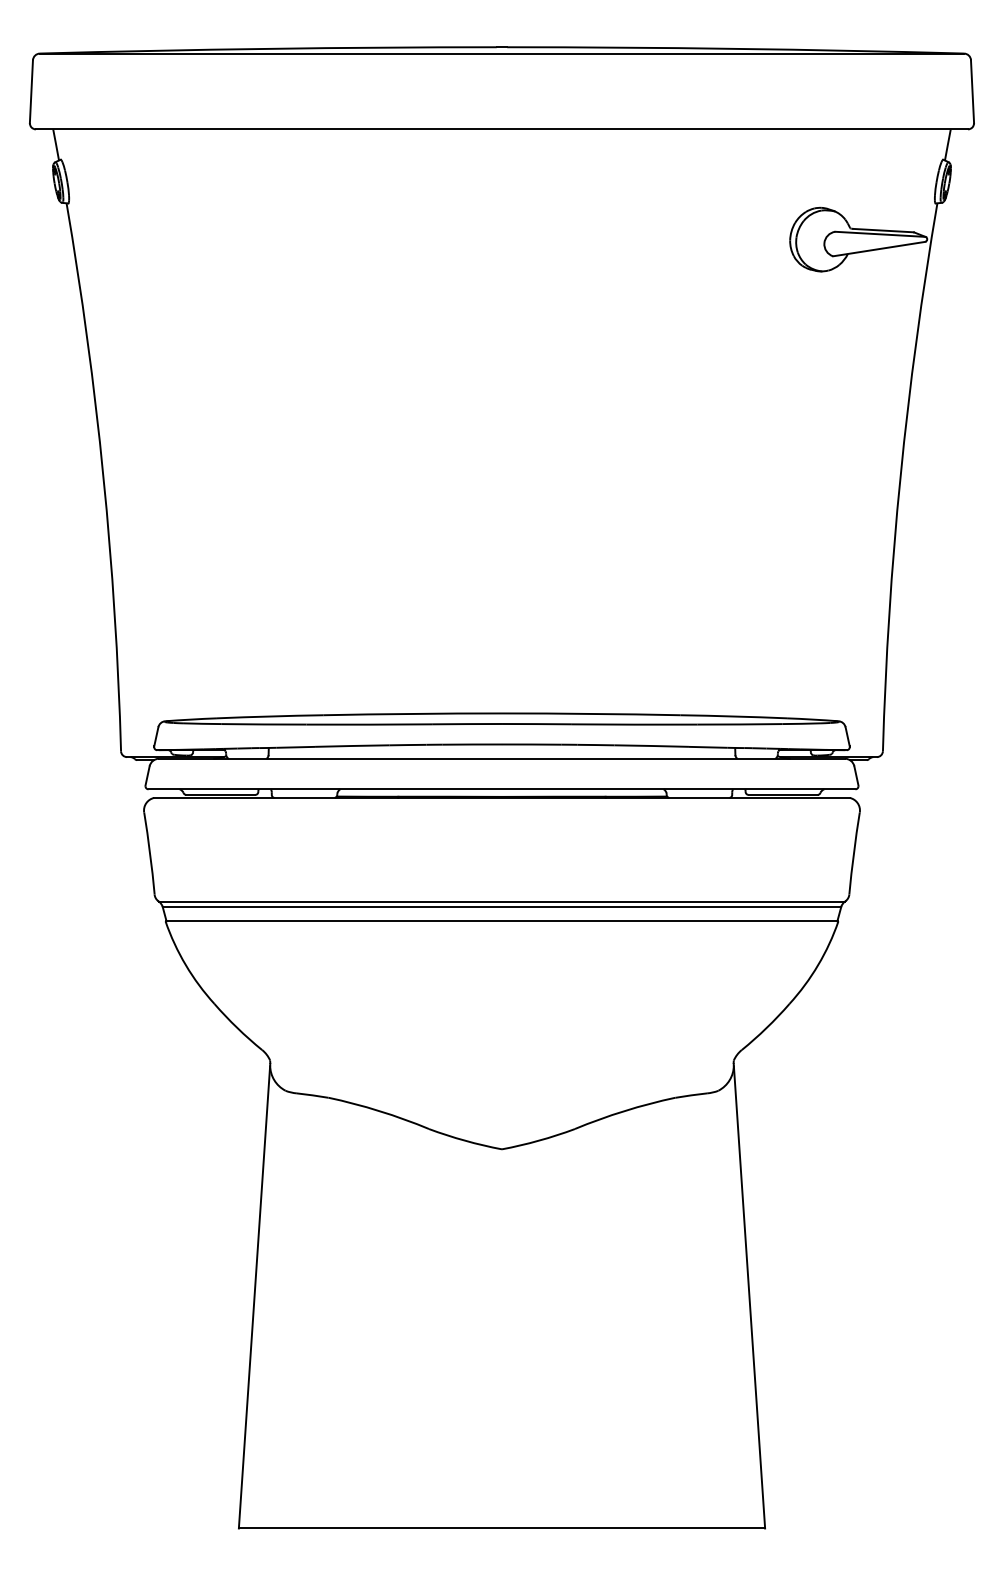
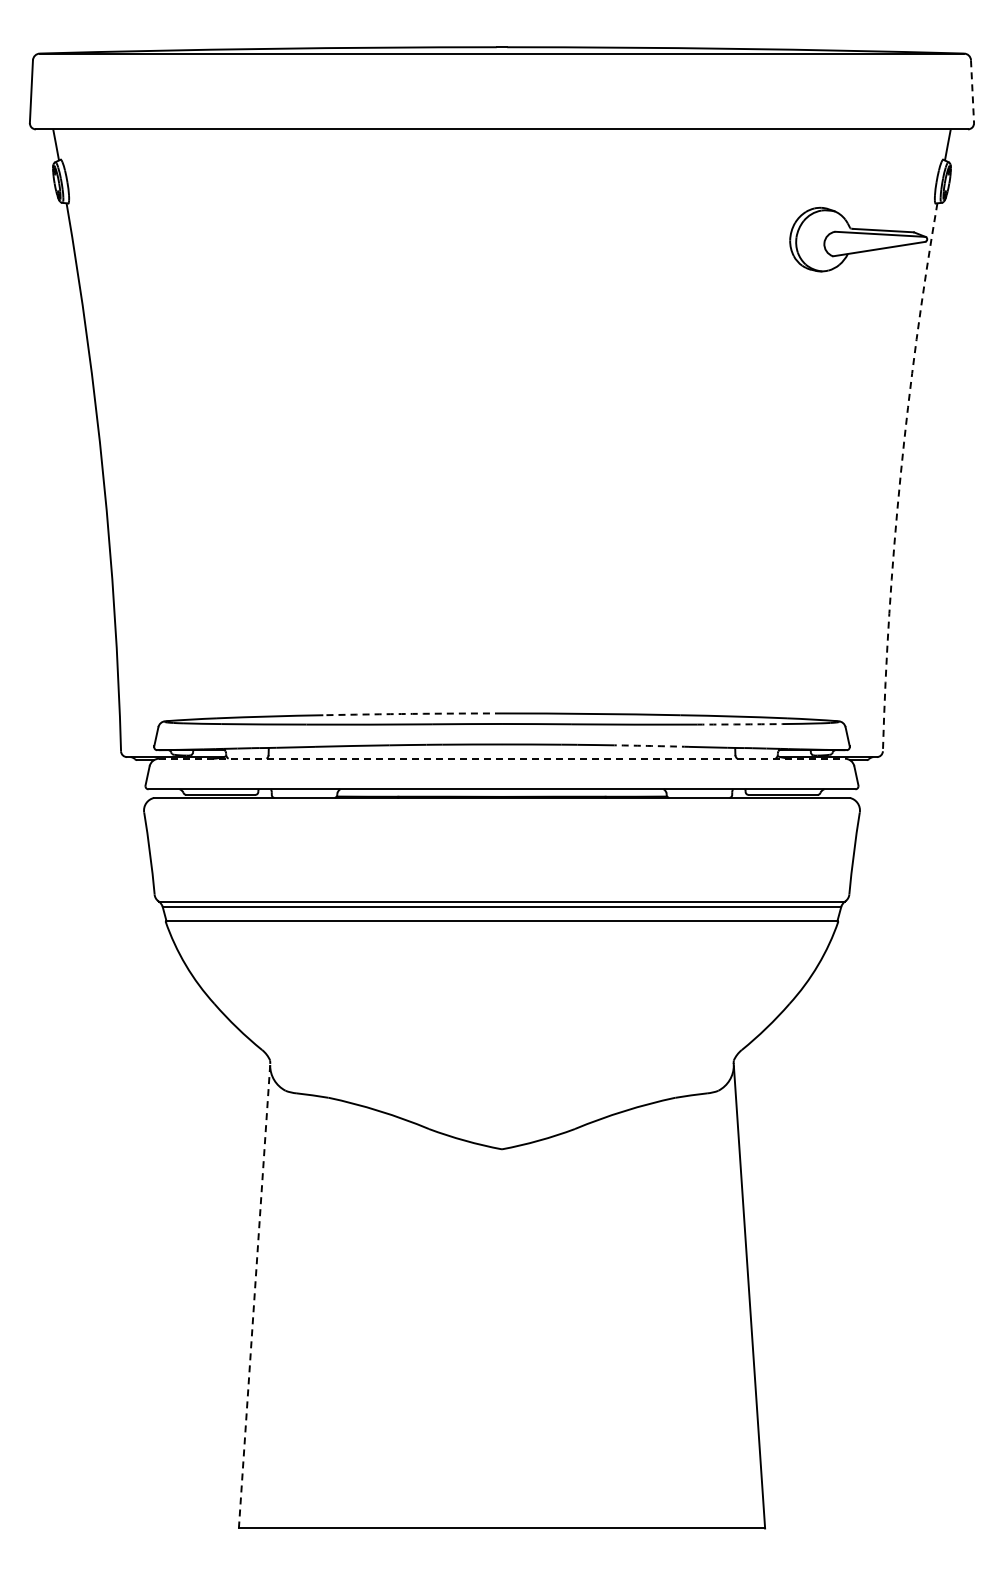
line at (972, 92): solid -> dashed
arc at (900, 476): solid -> dashed
arc at (412, 713): solid -> dashed
arc at (740, 724): solid -> dashed
arc at (651, 746): solid -> dashed
line at (502, 758): solid -> dashed
line at (254, 1296): solid -> dashed
